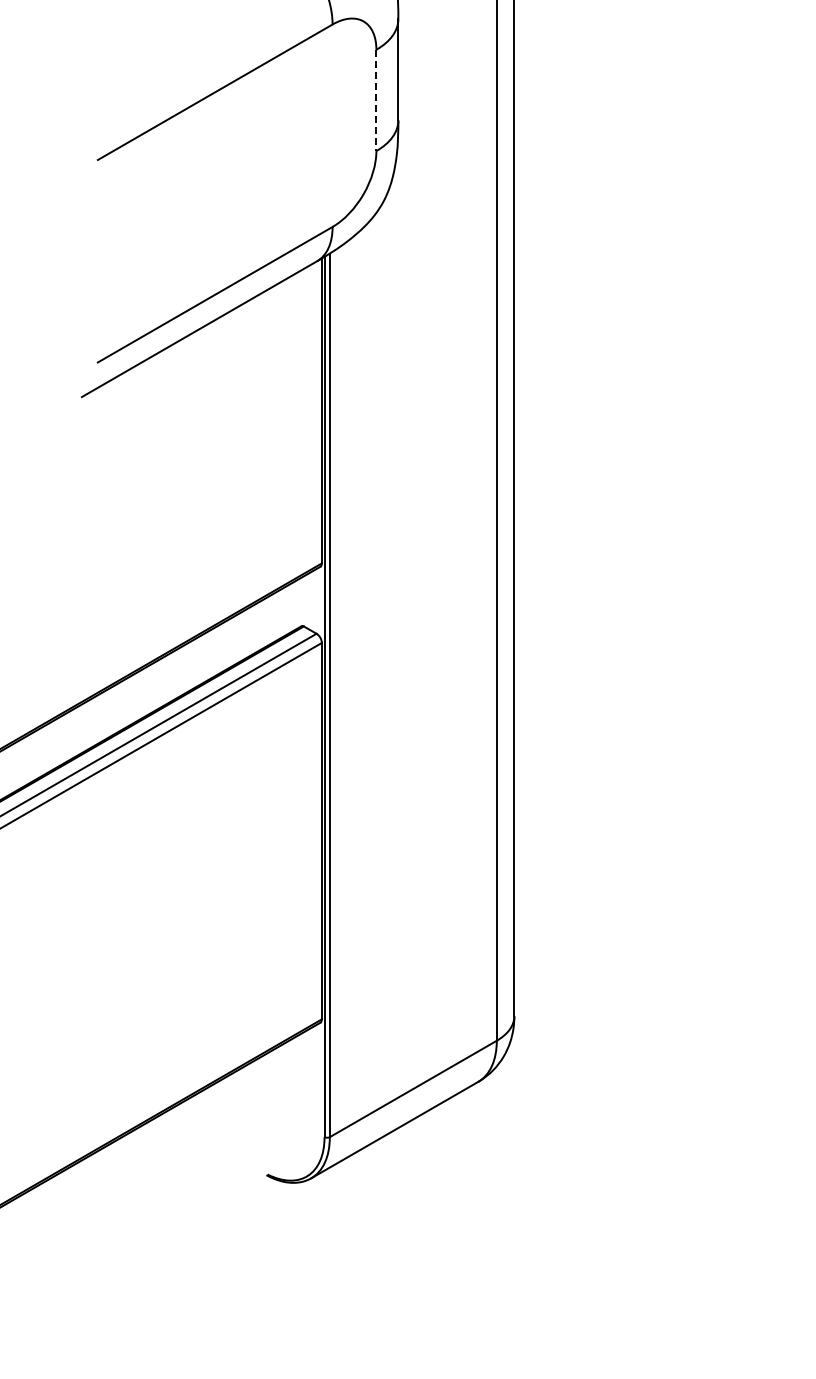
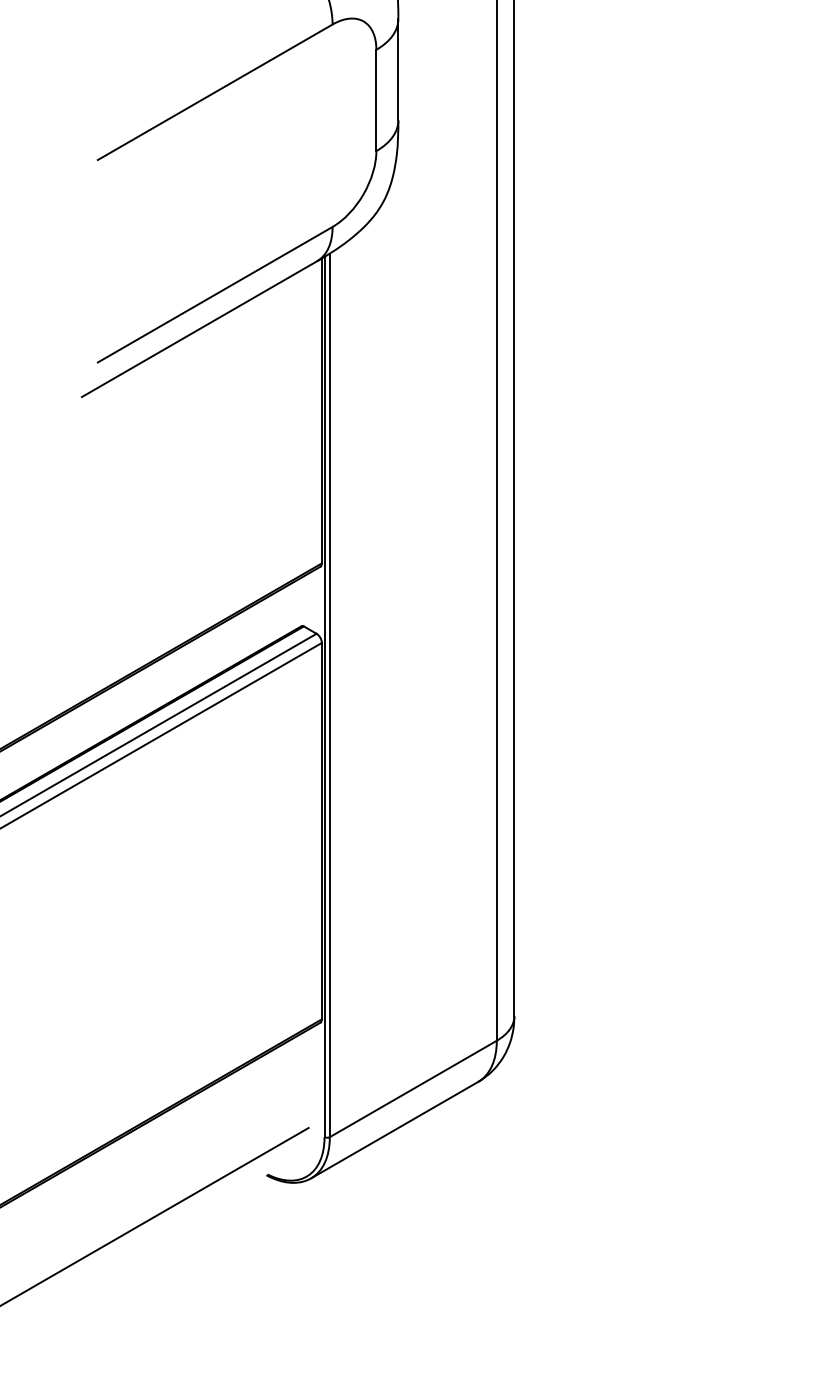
line at (376, 100): dashed -> solid
line at (155, 1216): none -> present
